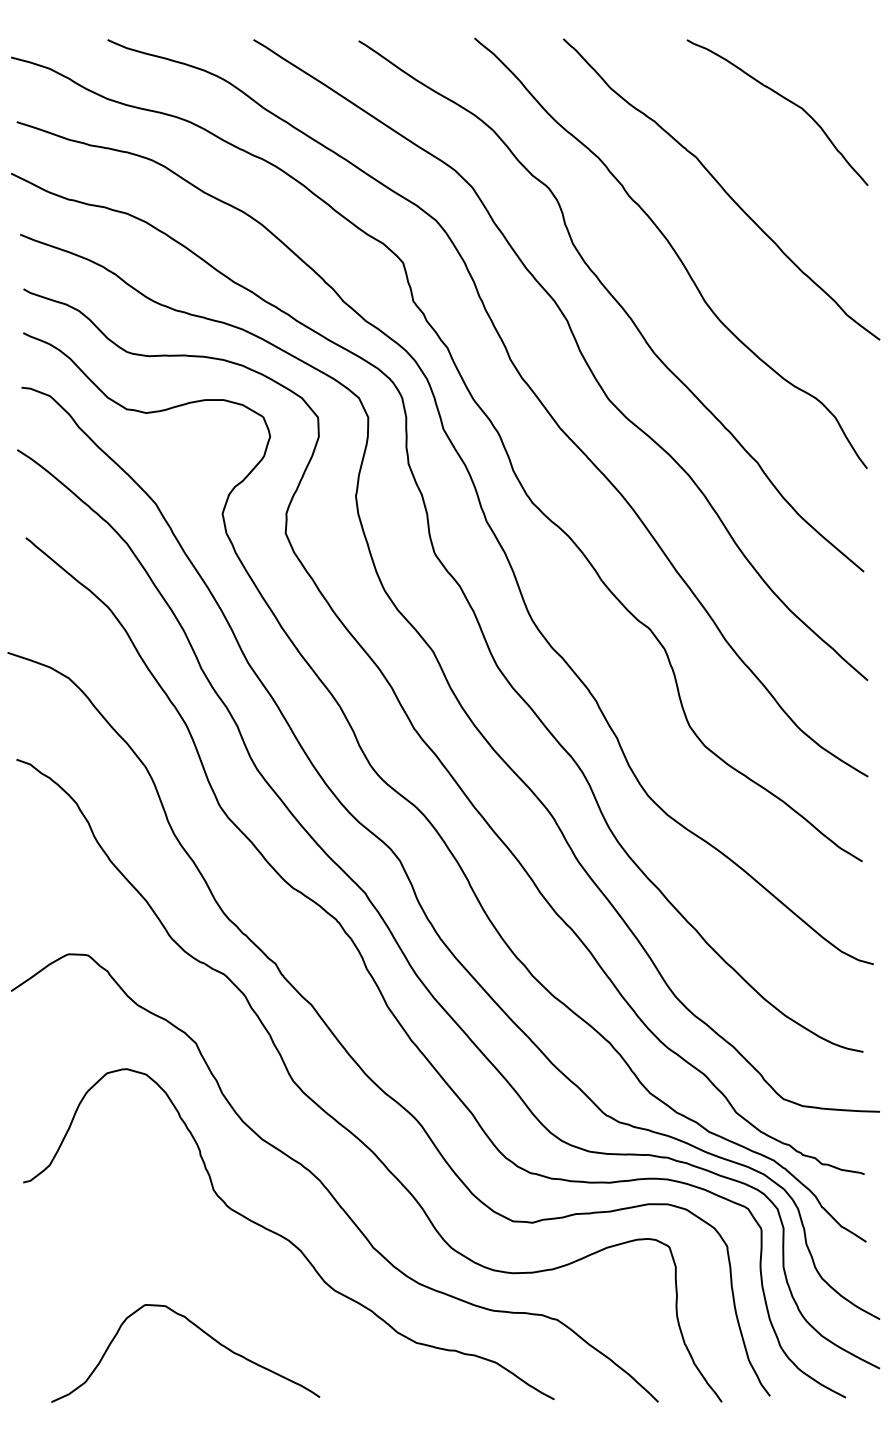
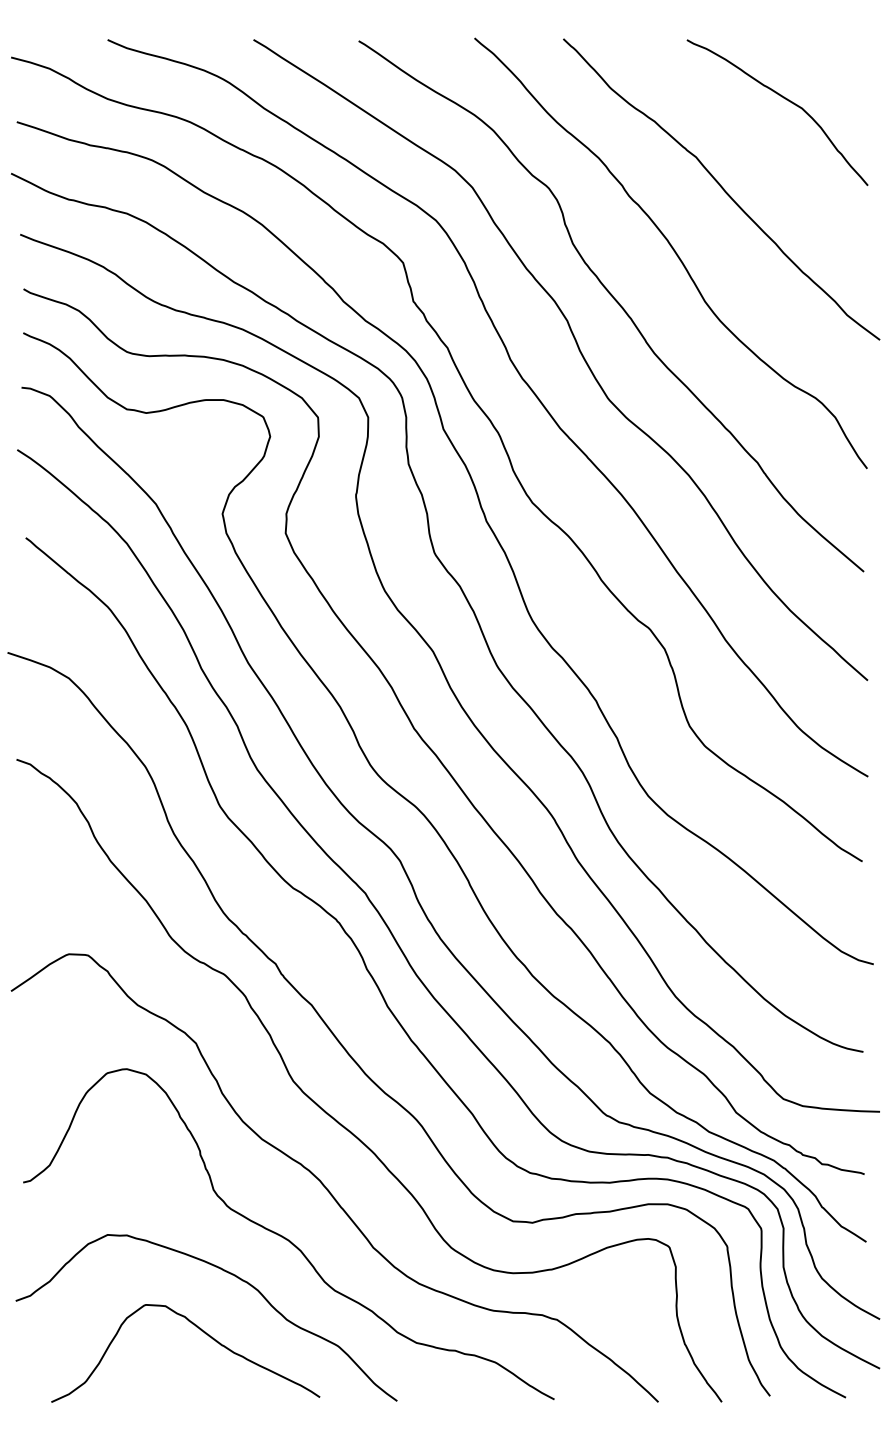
curve at (223, 1271): none -> present
